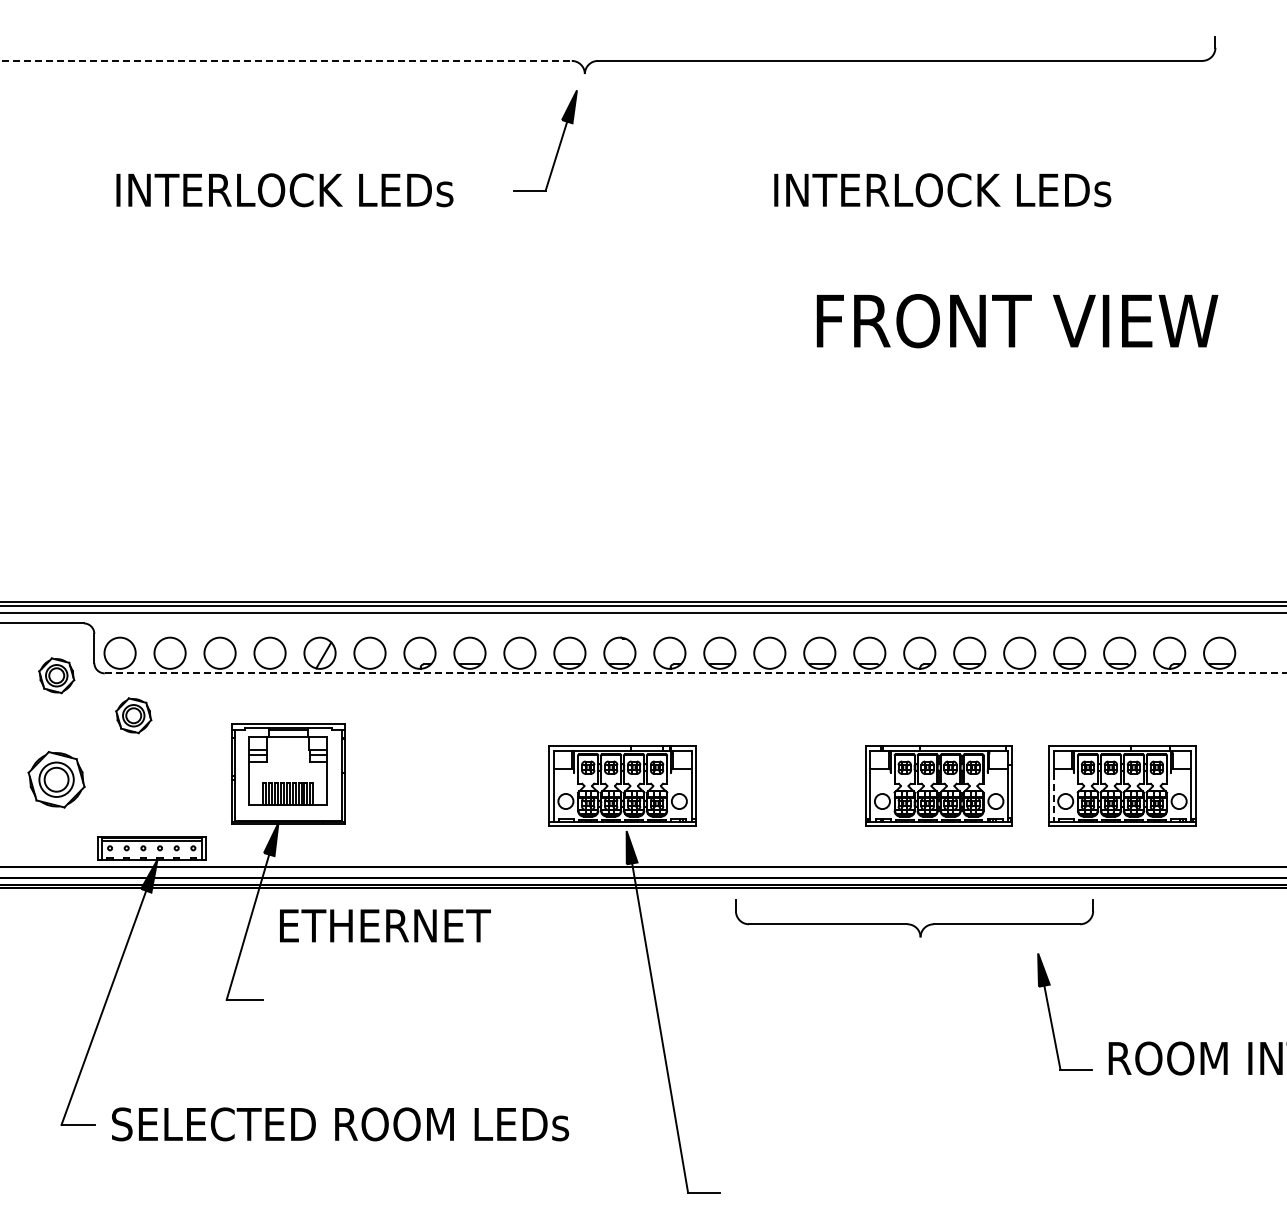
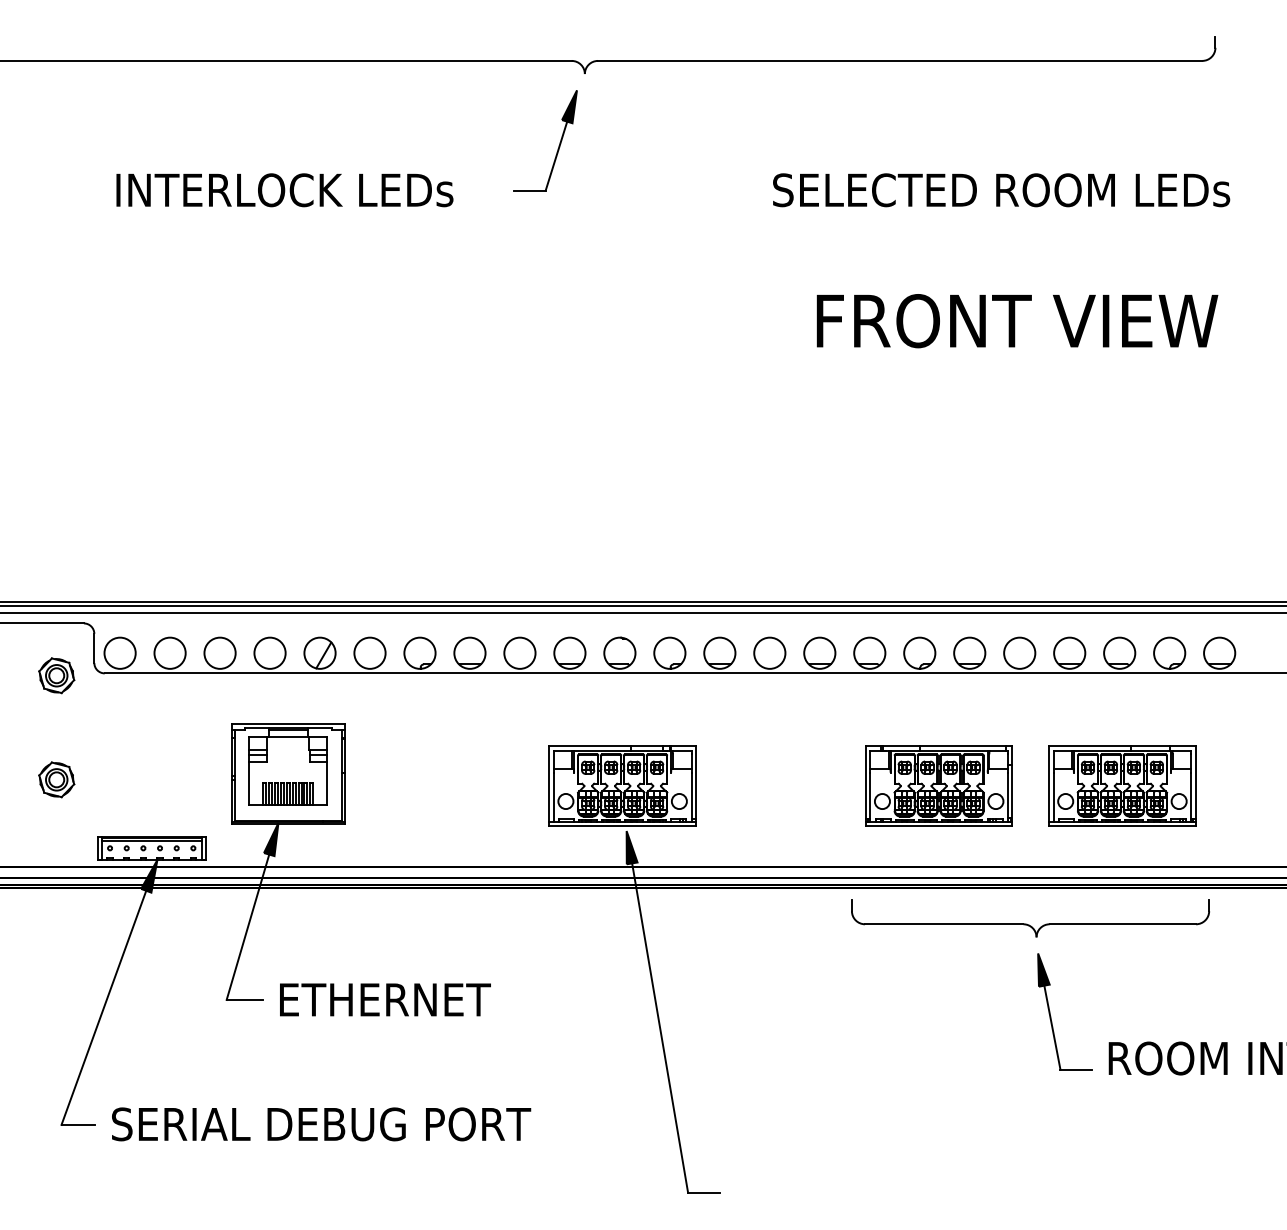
line at (286, 60): dashed -> solid
text at (1001, 190): INTERLOCK LEDs -> SELECTED ROOM LEDs
line at (695, 673): dashed -> solid
part at (133, 715): present -> none
part at (56, 779) size: 59x58 px -> 38x38 px
line at (1053, 797): dashed -> solid
part at (913, 924) position: (913, 924) -> (1029, 924)
text at (385, 925) position: (385, 925) -> (385, 999)
text at (368, 1124): SELECTED ROOM LEDs -> SERIAL DEBUG PORT
